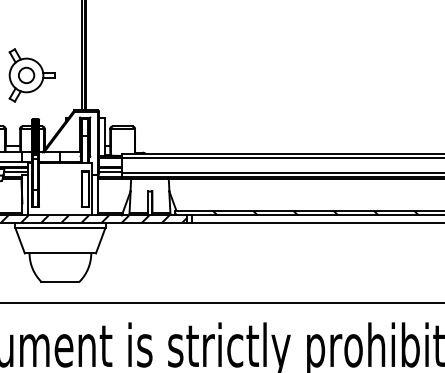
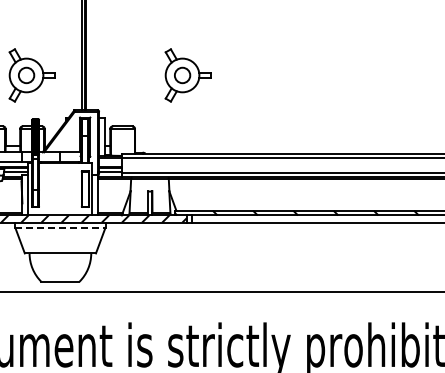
part at (187, 75): none -> present
line at (60, 227): solid -> dashed
line at (221, 303) position: (221, 303) -> (221, 292)
